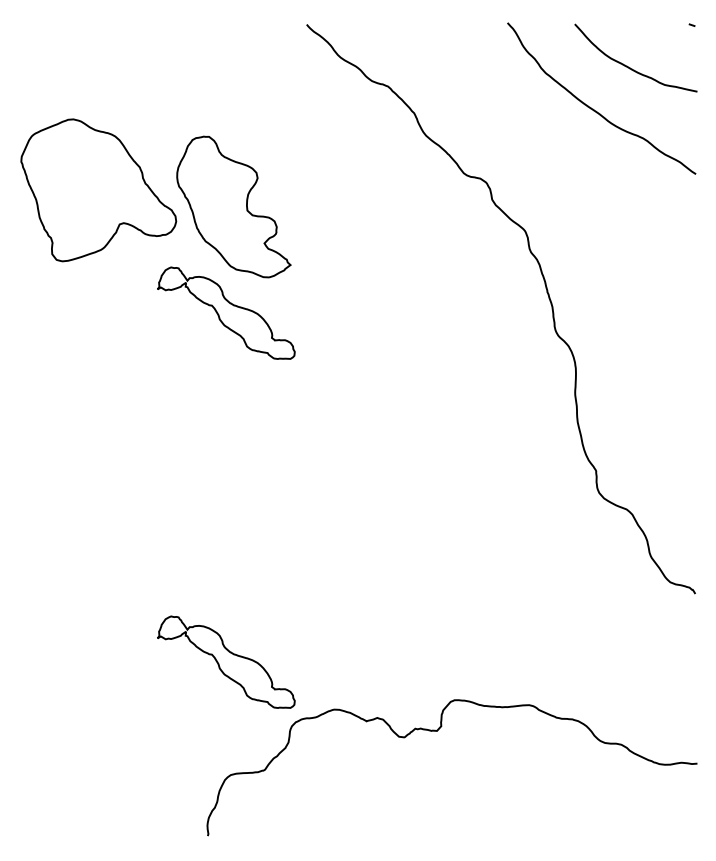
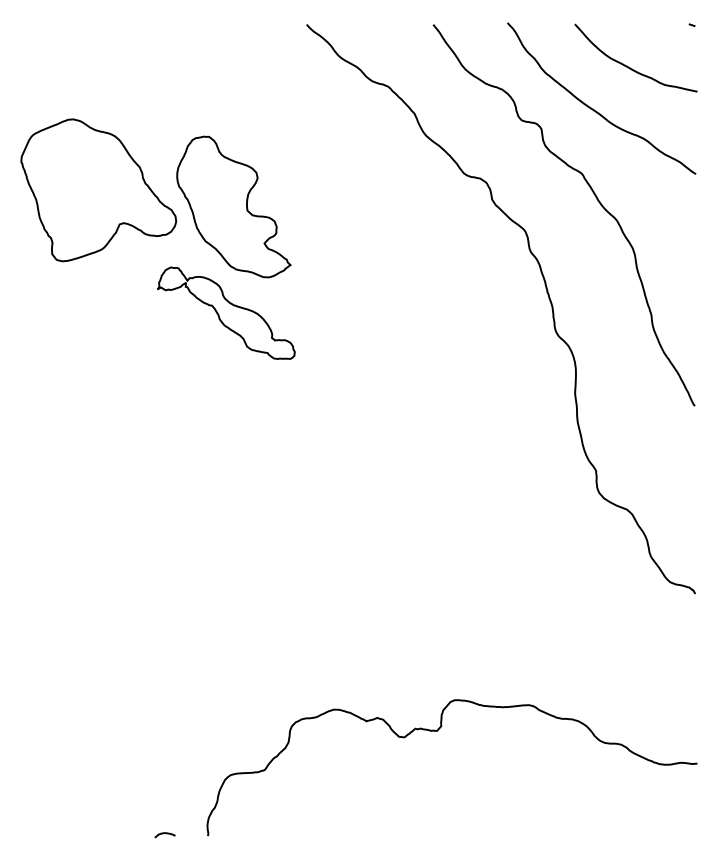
curve at (593, 194): none -> present
part at (226, 661): present -> none
curve at (163, 834): none -> present
